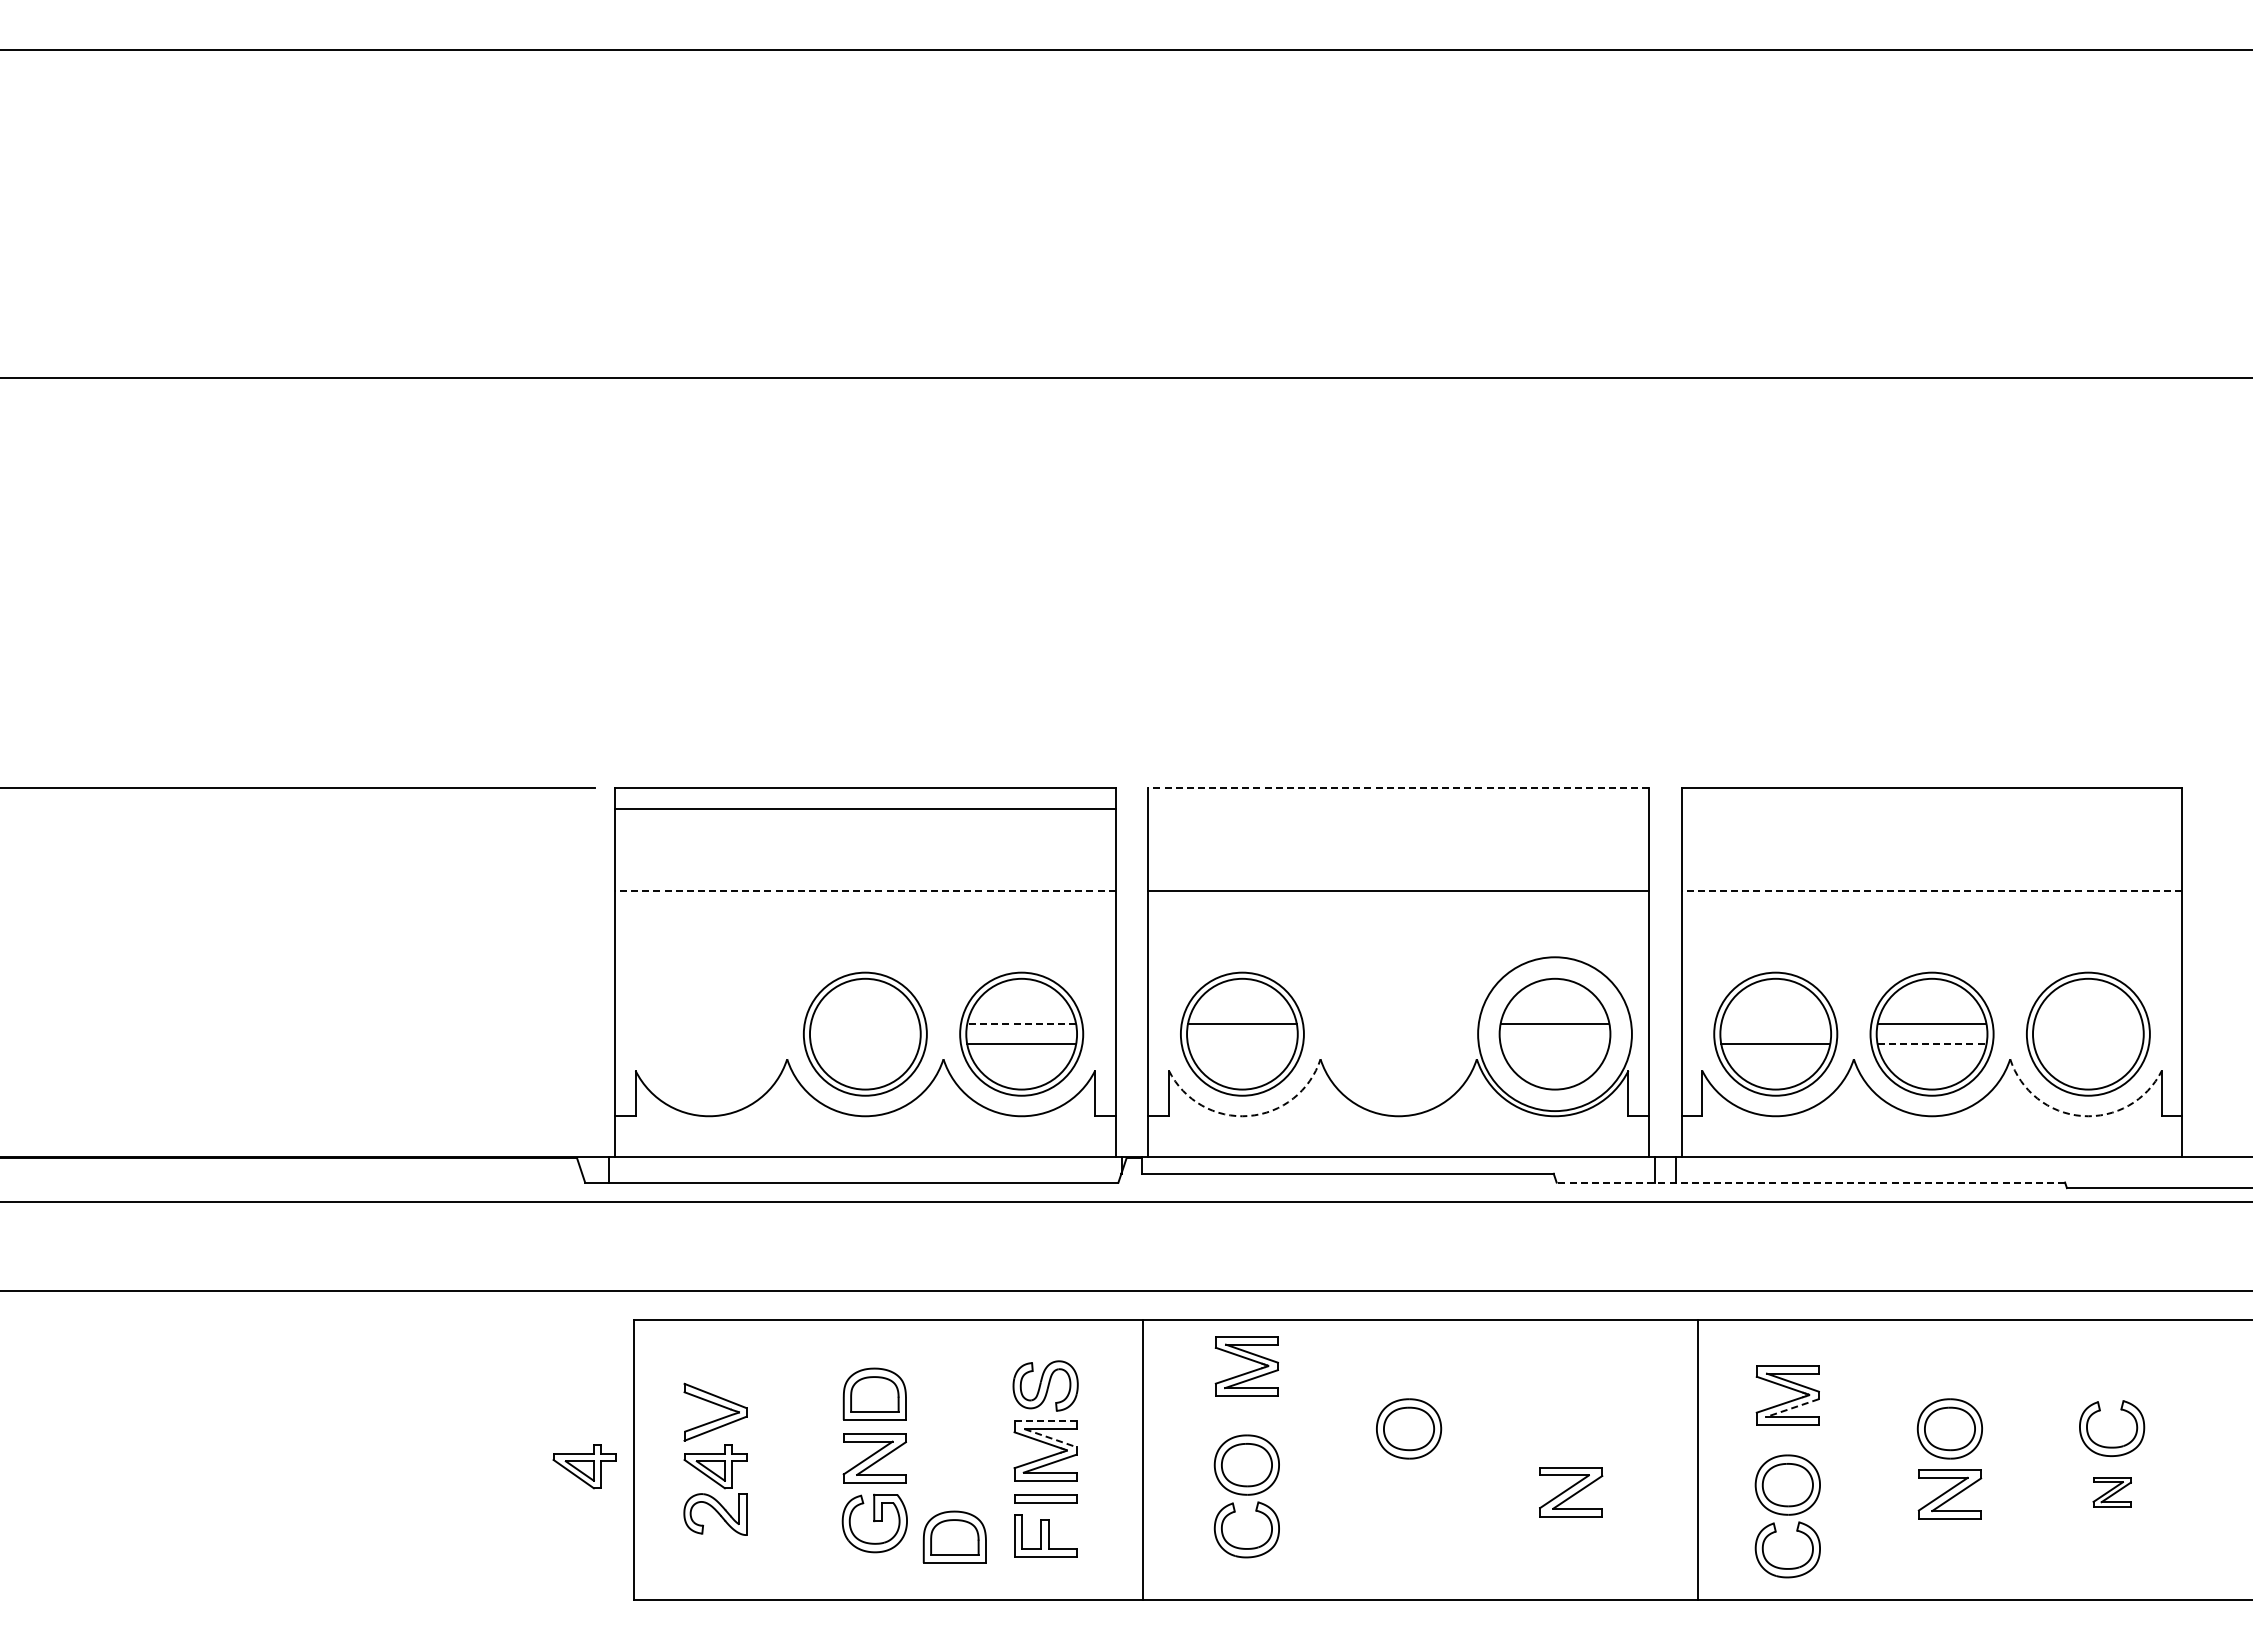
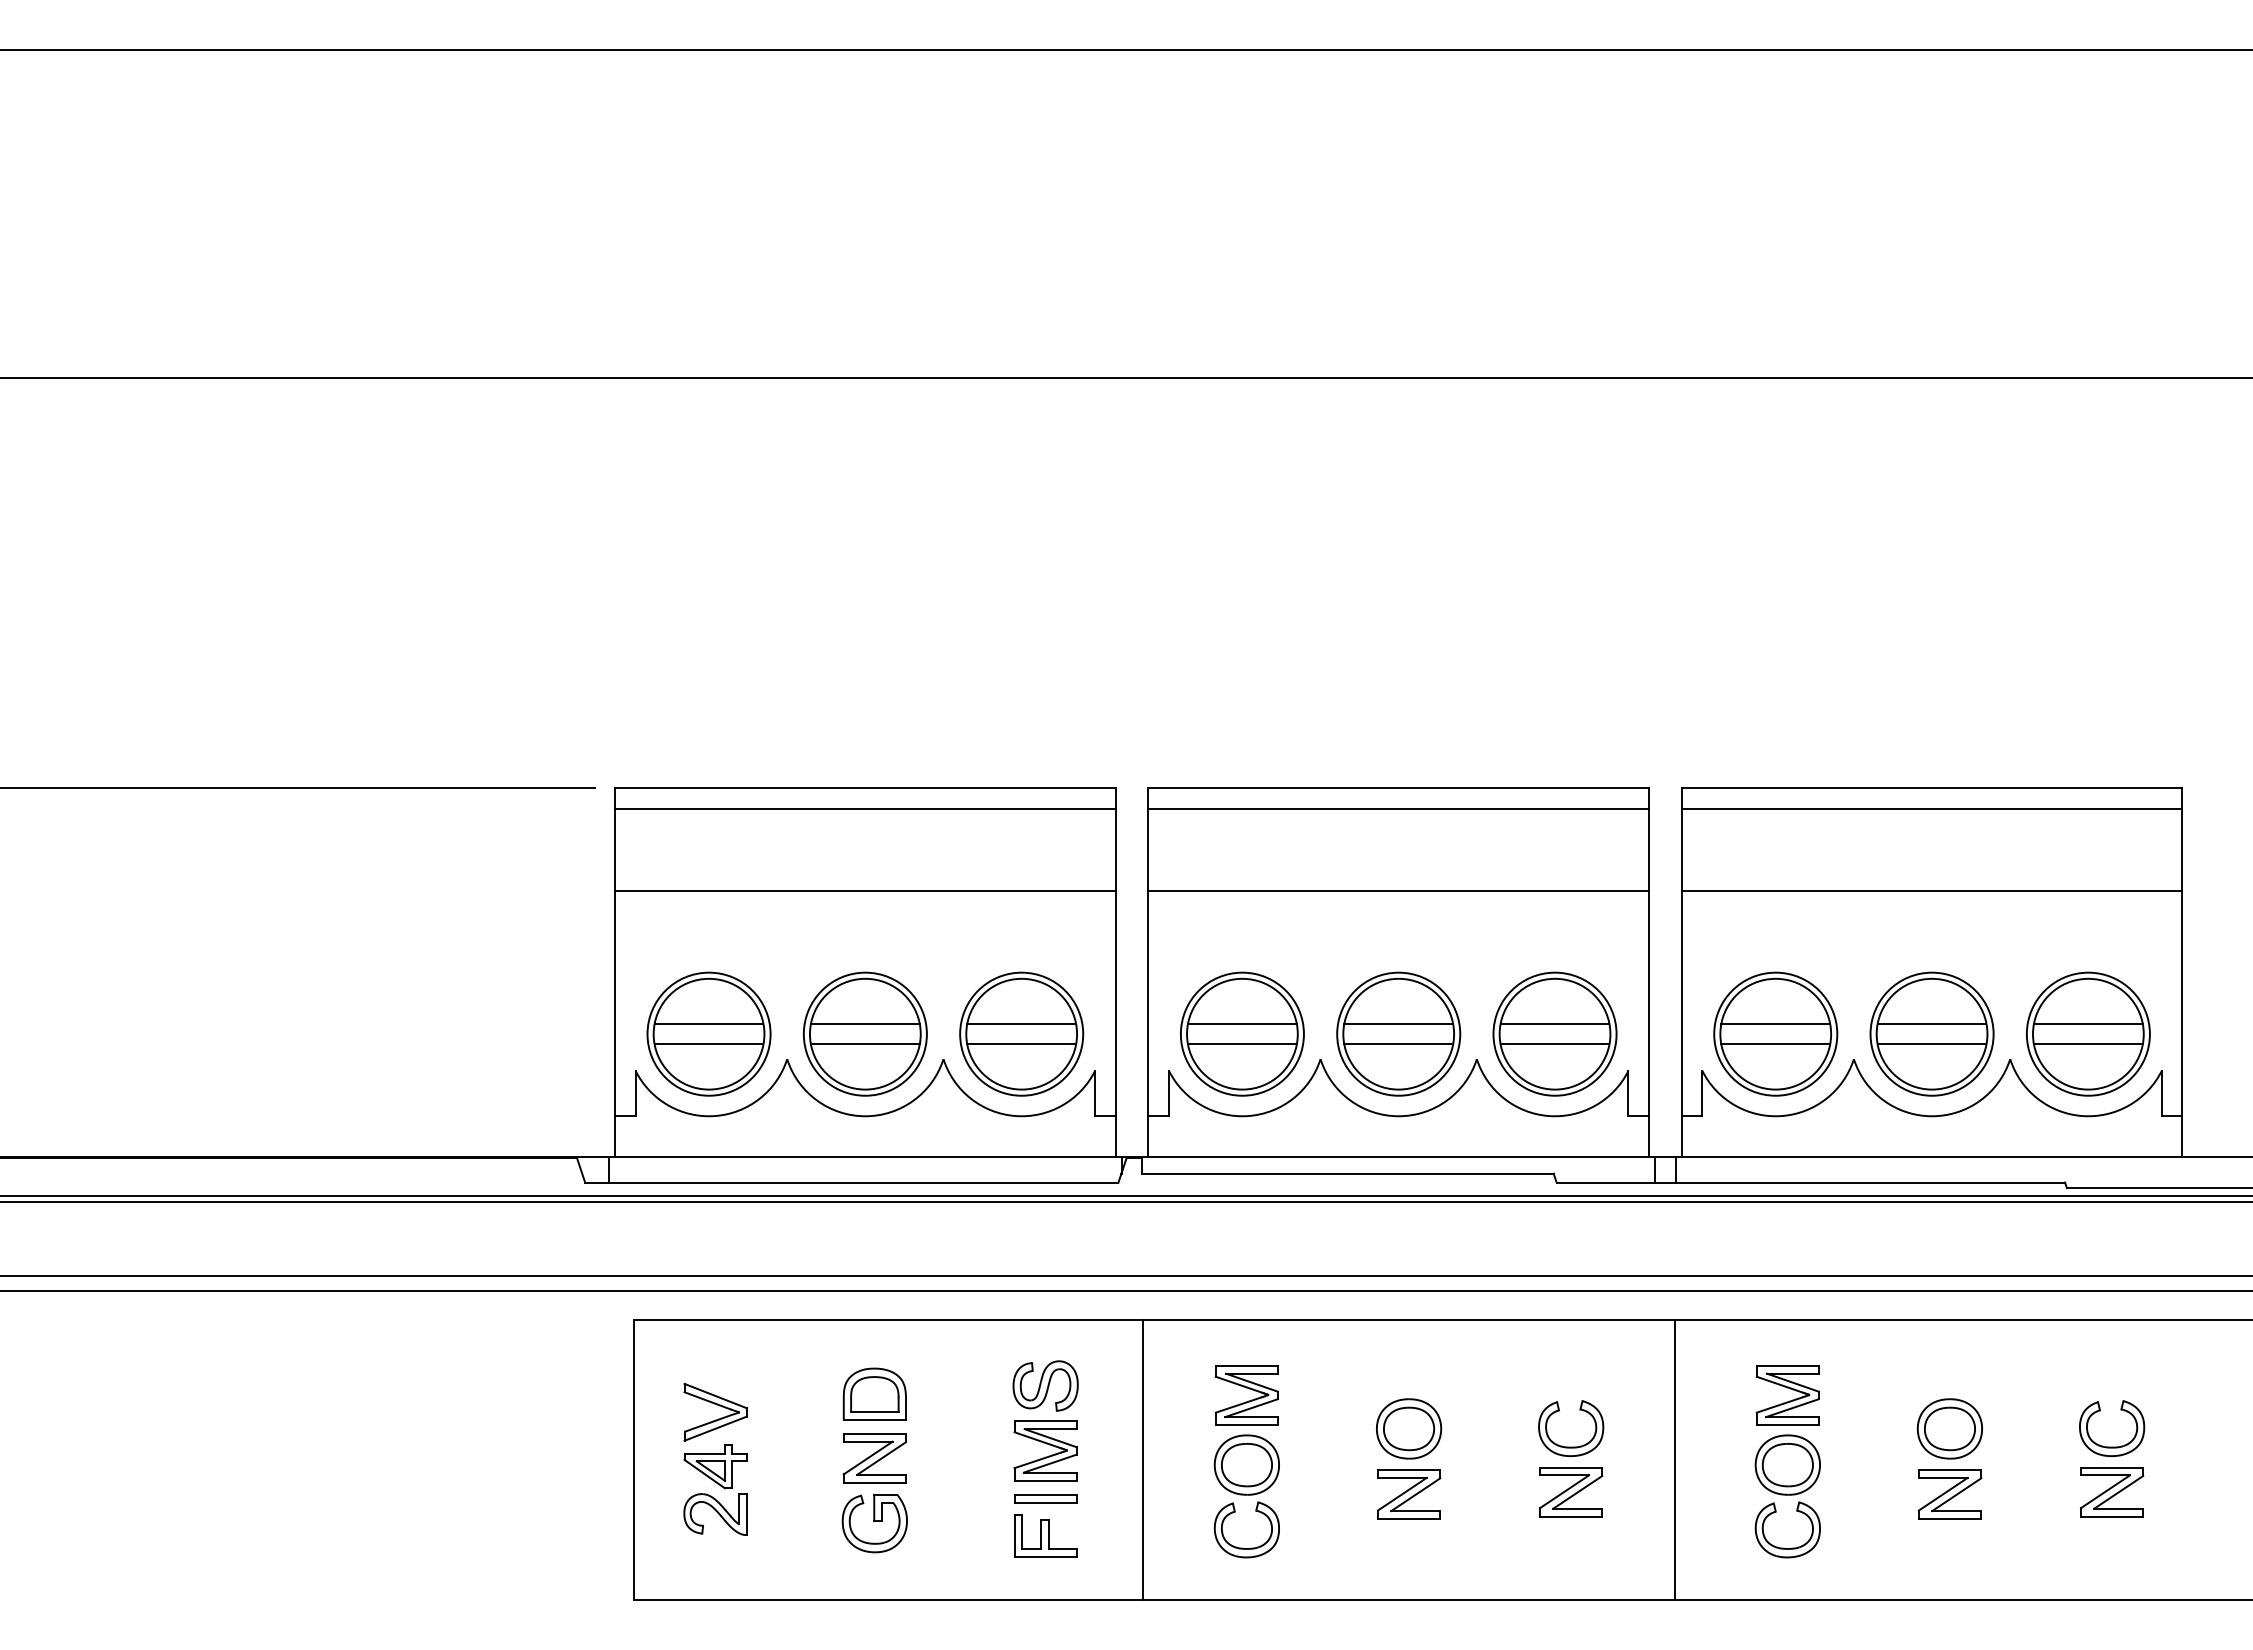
line at (1398, 788): dashed -> solid
line at (1398, 808): none -> present
line at (1931, 808): none -> present
line at (864, 890): dashed -> solid
line at (1931, 890): dashed -> solid
line at (864, 1023): none -> present
line at (1021, 1023): dashed -> solid
line at (1775, 1023): none -> present
line at (2087, 1023): none -> present
part at (708, 1033): none -> present
part at (1398, 1033): none -> present
circle at (1554, 1034) diameter: 154 px -> 123 px
line at (864, 1044): none -> present
line at (1241, 1044): none -> present
line at (1554, 1044): none -> present
line at (1932, 1044): dashed -> solid
line at (2087, 1044): none -> present
arc at (1248, 1116): dashed -> solid
arc at (2082, 1116): dashed -> solid
line at (1810, 1182): dashed -> solid
line at (1125, 1195): none -> present
line at (1125, 1276): none -> present
part at (1246, 1366) position: (1246, 1366) -> (1246, 1395)
line at (1792, 1408): dashed -> solid
line at (1046, 1421): dashed -> solid
line at (1050, 1438): dashed -> solid
part at (1571, 1446): none -> present
line at (1697, 1460) position: (1697, 1460) -> (1674, 1460)
part at (584, 1466): present -> none
part at (2111, 1492) size: 40x31 px -> 65x51 px
part at (1408, 1494): none -> present
part at (1787, 1516) position: (1787, 1516) -> (1787, 1496)
part at (954, 1536): present -> none
